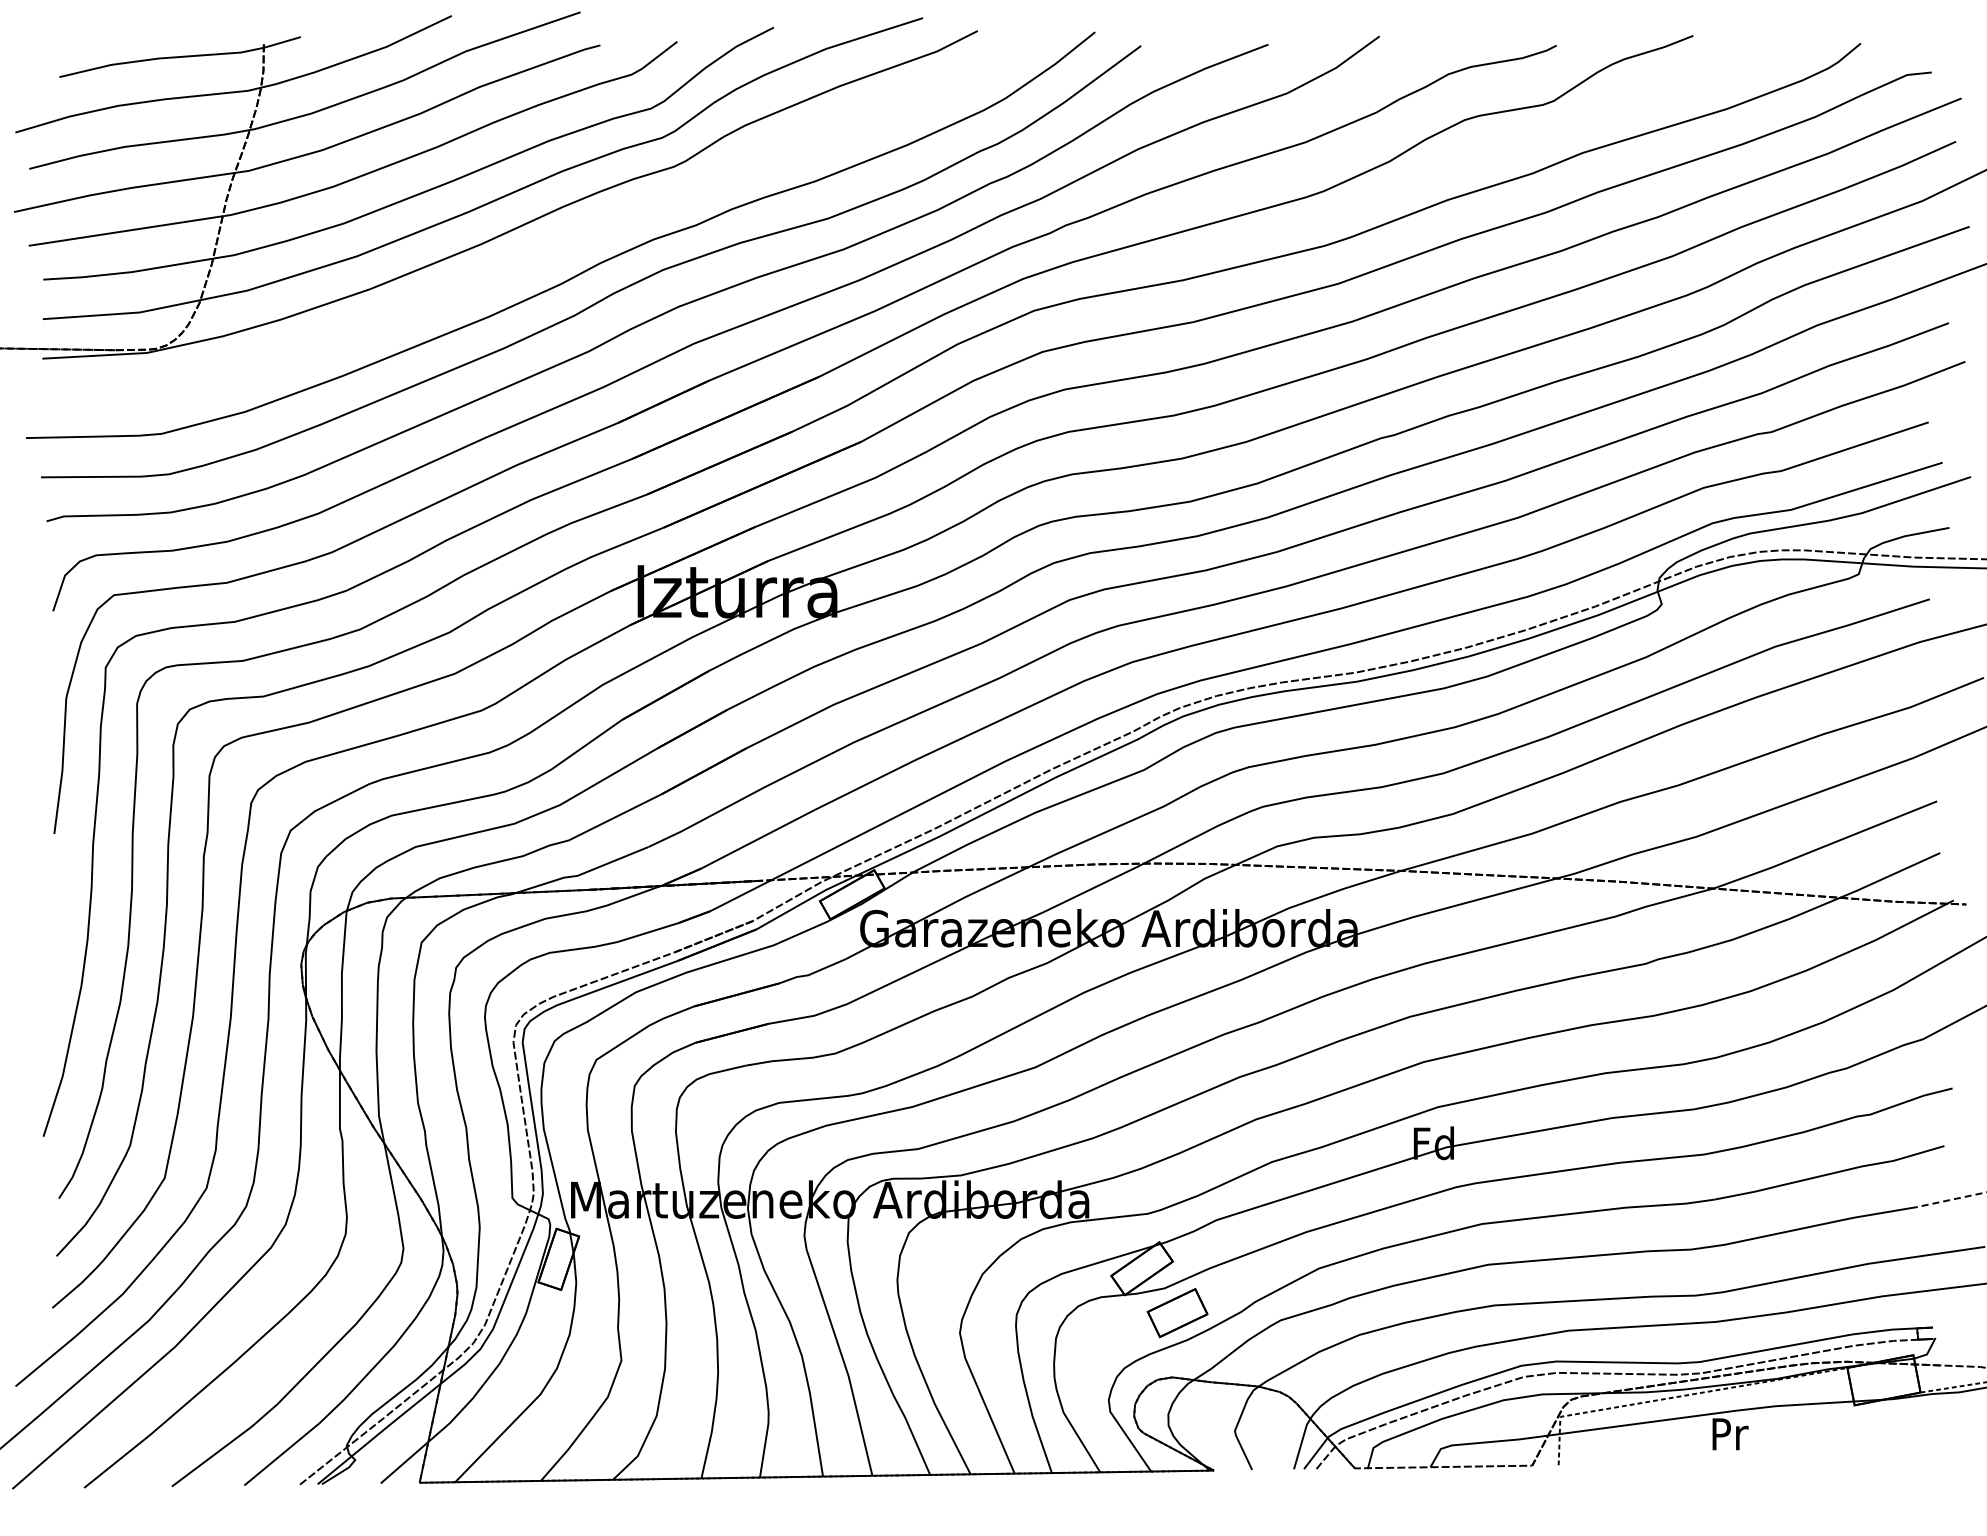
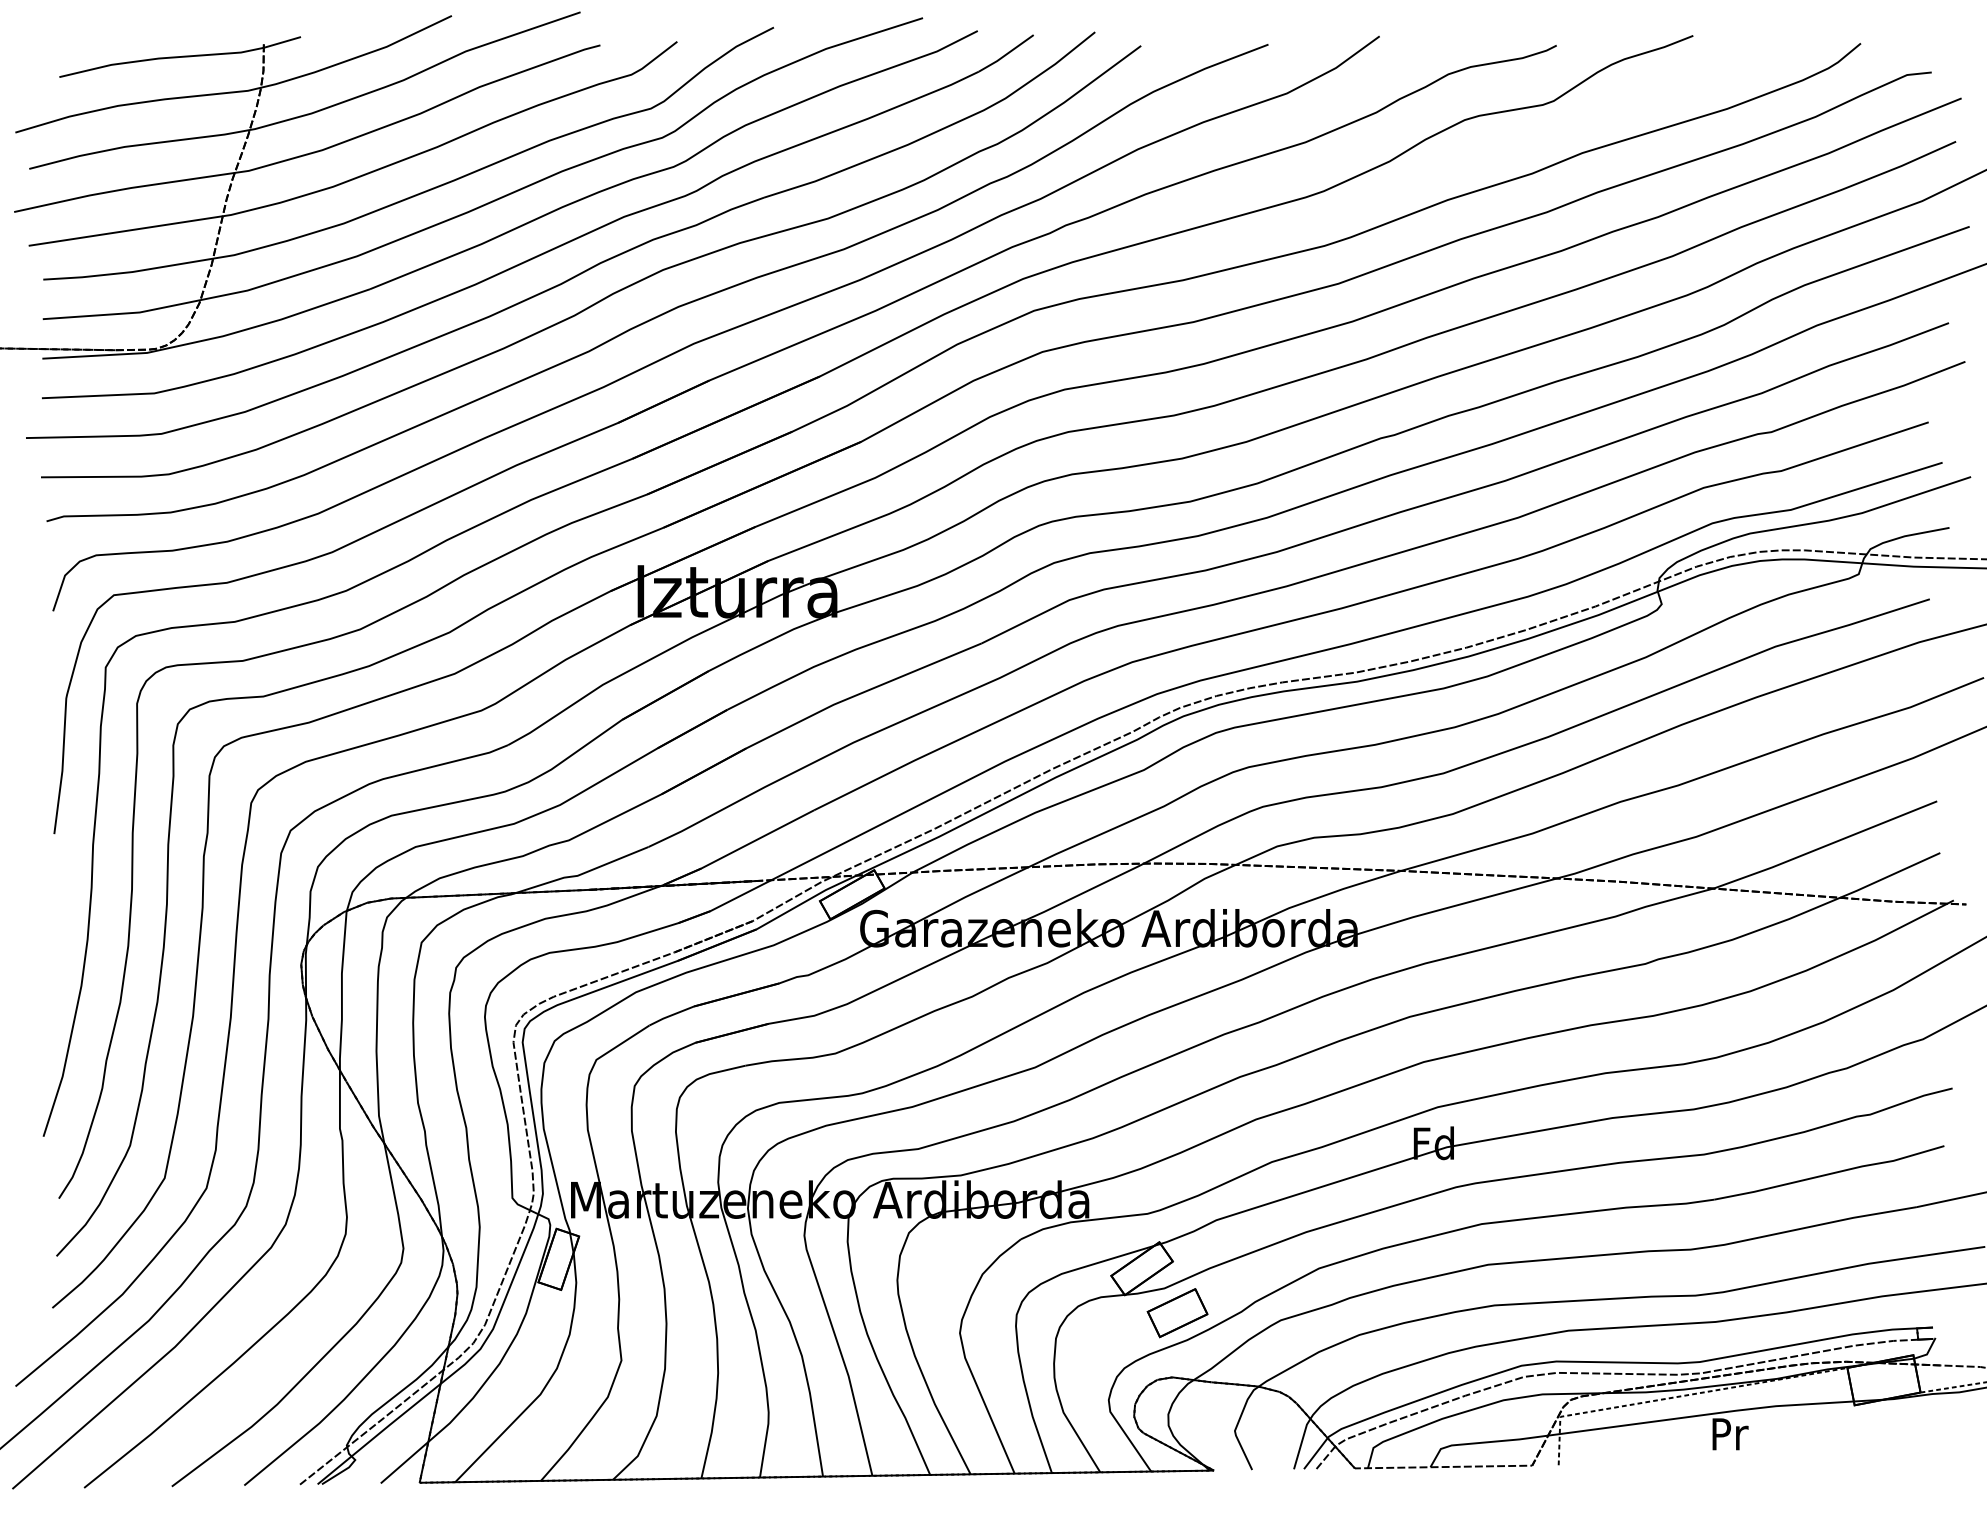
part at (551, 248): none -> present
line at (1951, 1199): dashed -> solid
